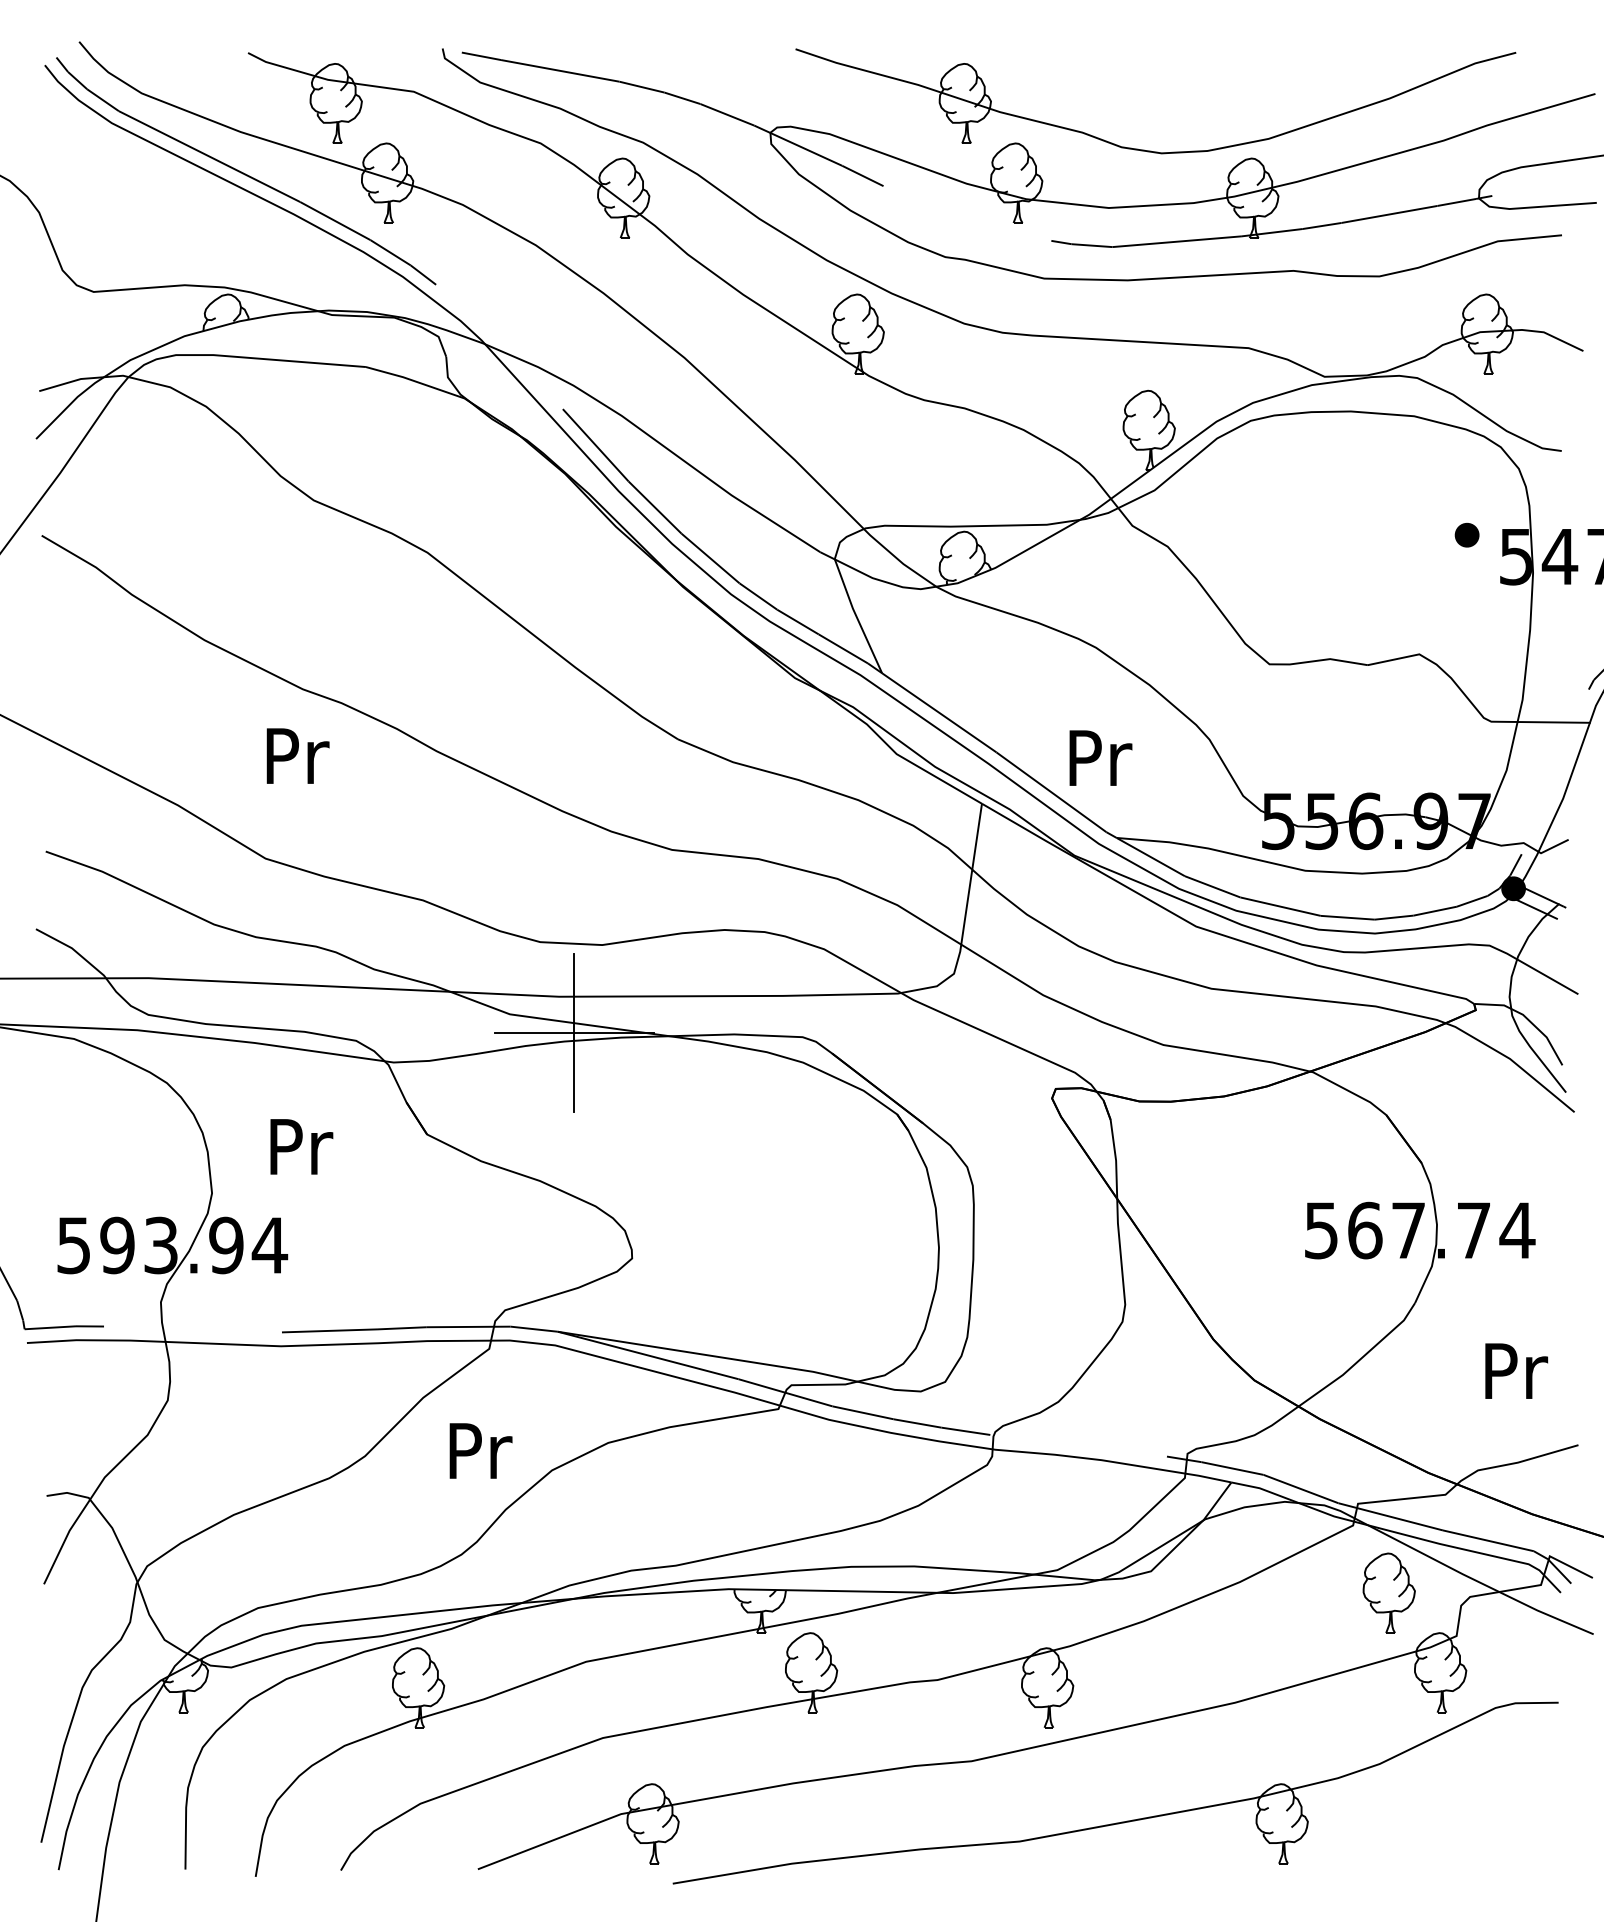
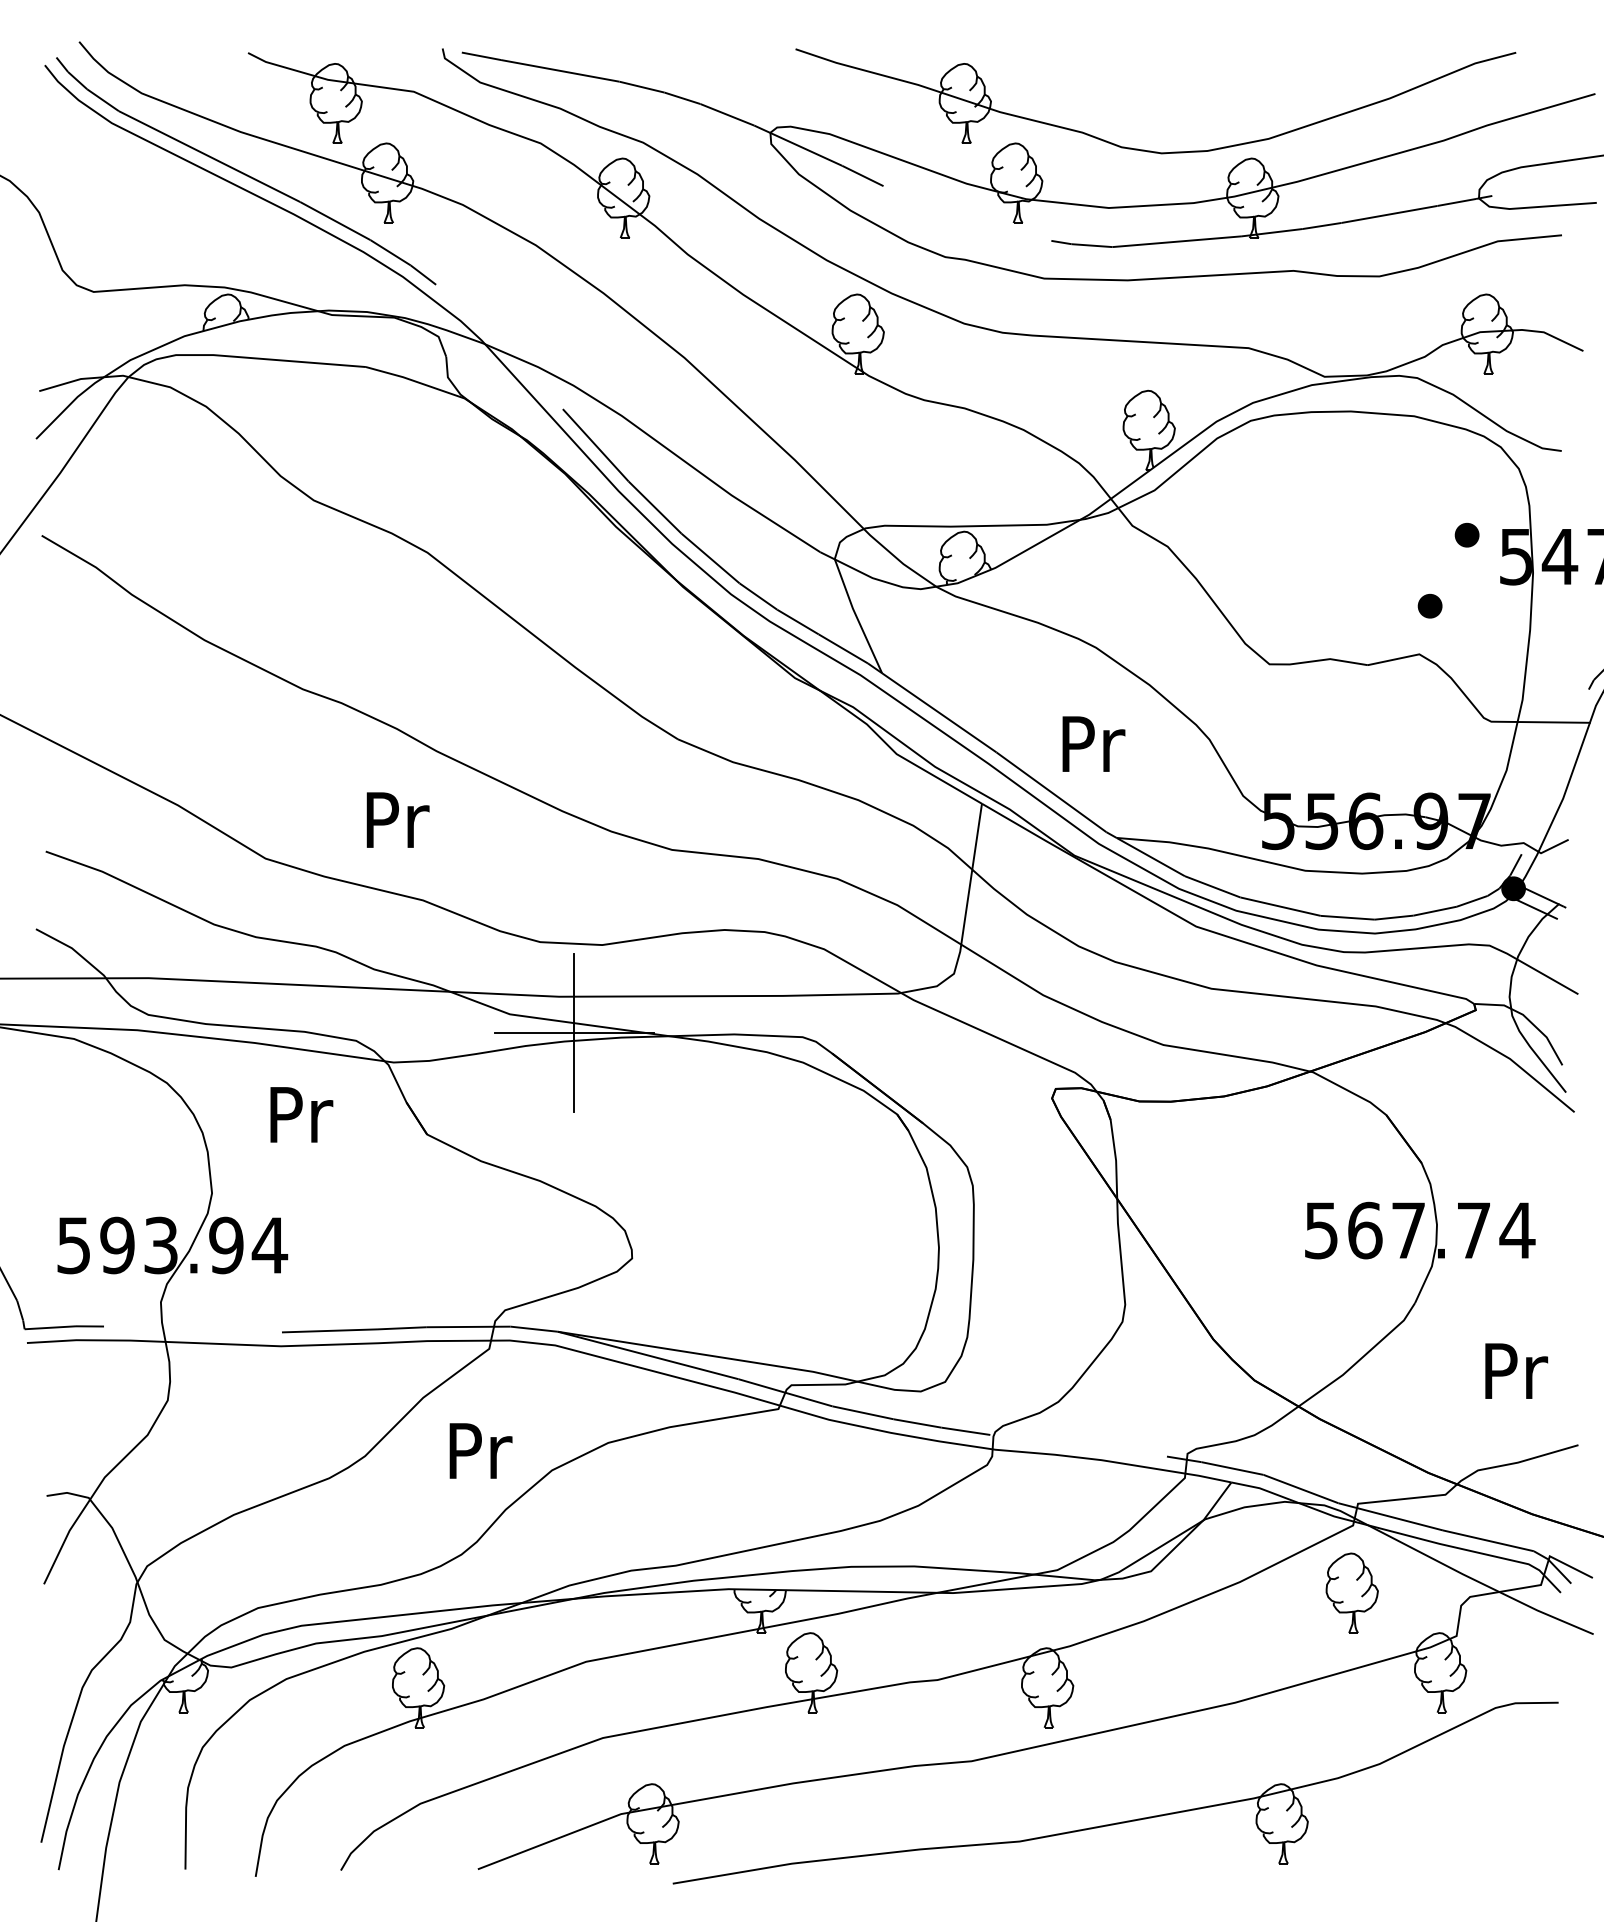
part at (1429, 605): none -> present
text at (297, 755) position: (297, 755) -> (397, 819)
text at (1100, 757) position: (1100, 757) -> (1093, 743)
text at (301, 1146) position: (301, 1146) -> (301, 1114)
part at (1388, 1592) position: (1388, 1592) -> (1351, 1592)
